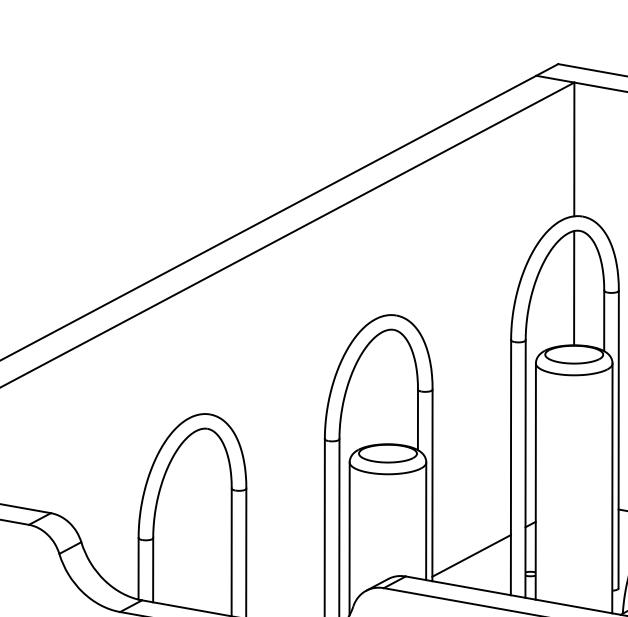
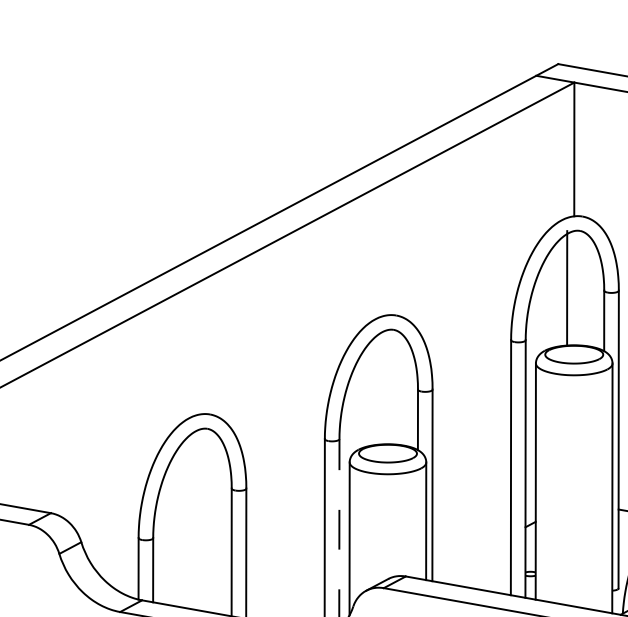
line at (574, 288) position: (574, 288) -> (567, 288)
line at (339, 527): solid -> dashed
line at (471, 555): present -> none
